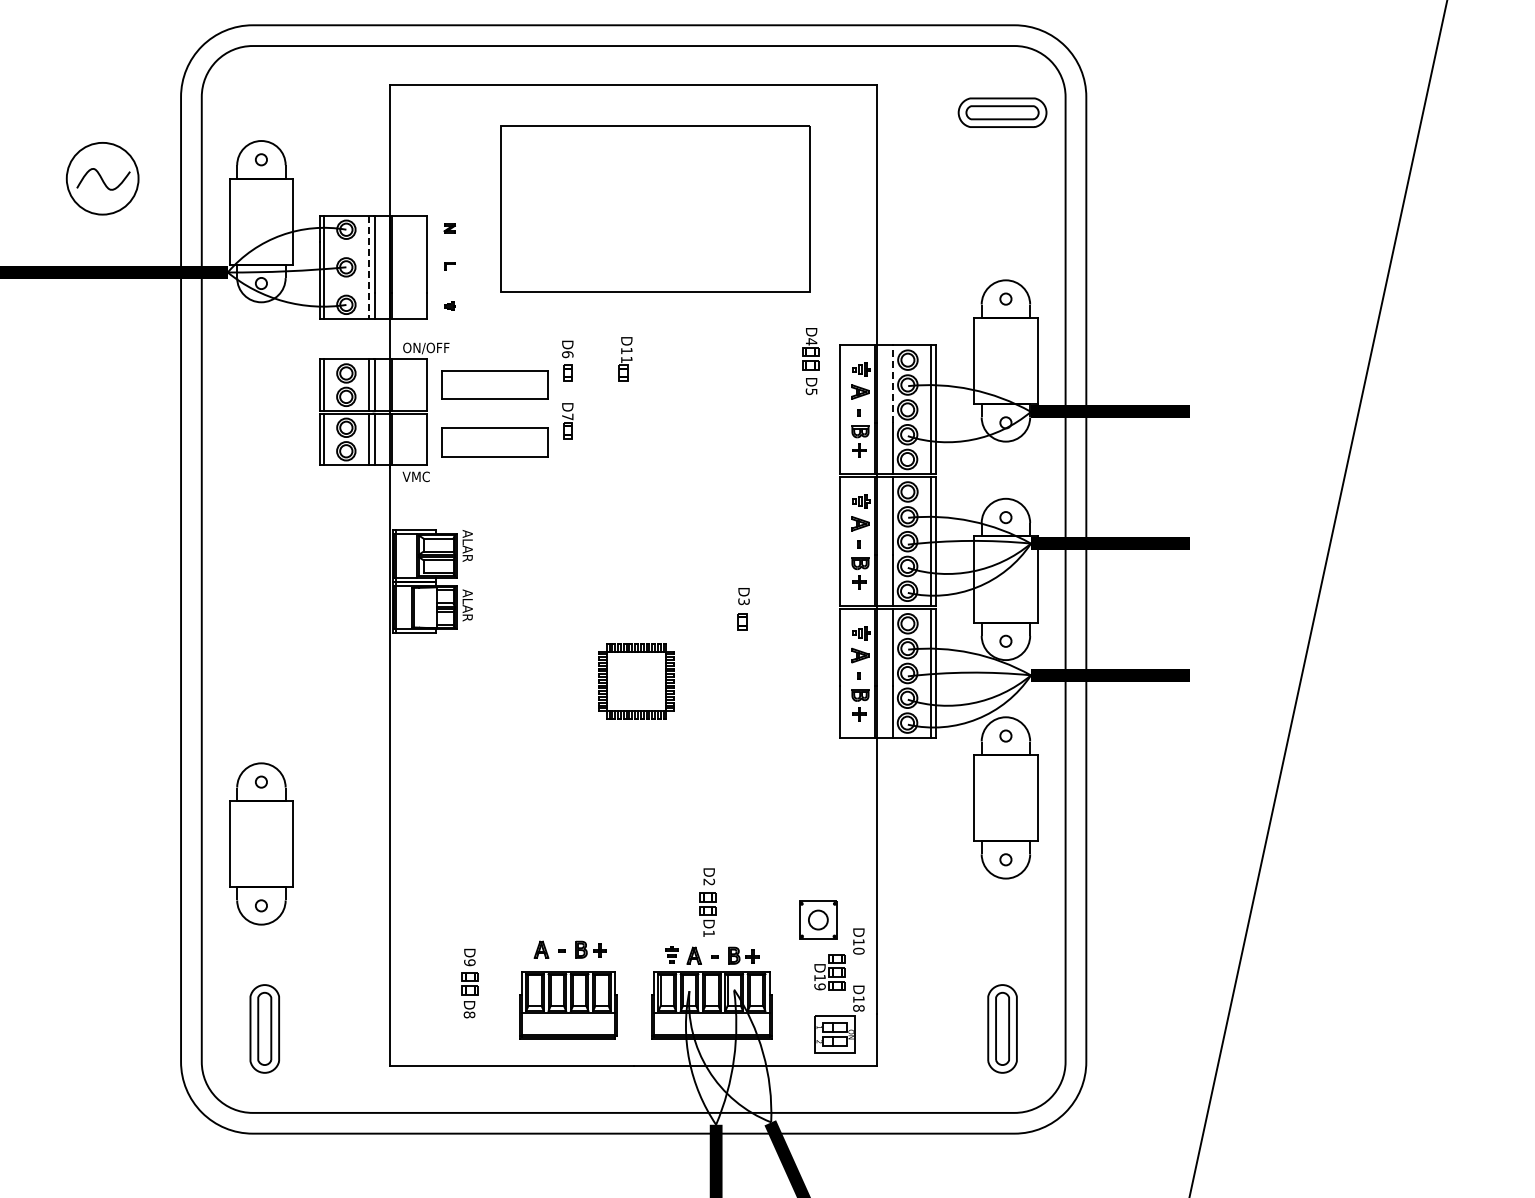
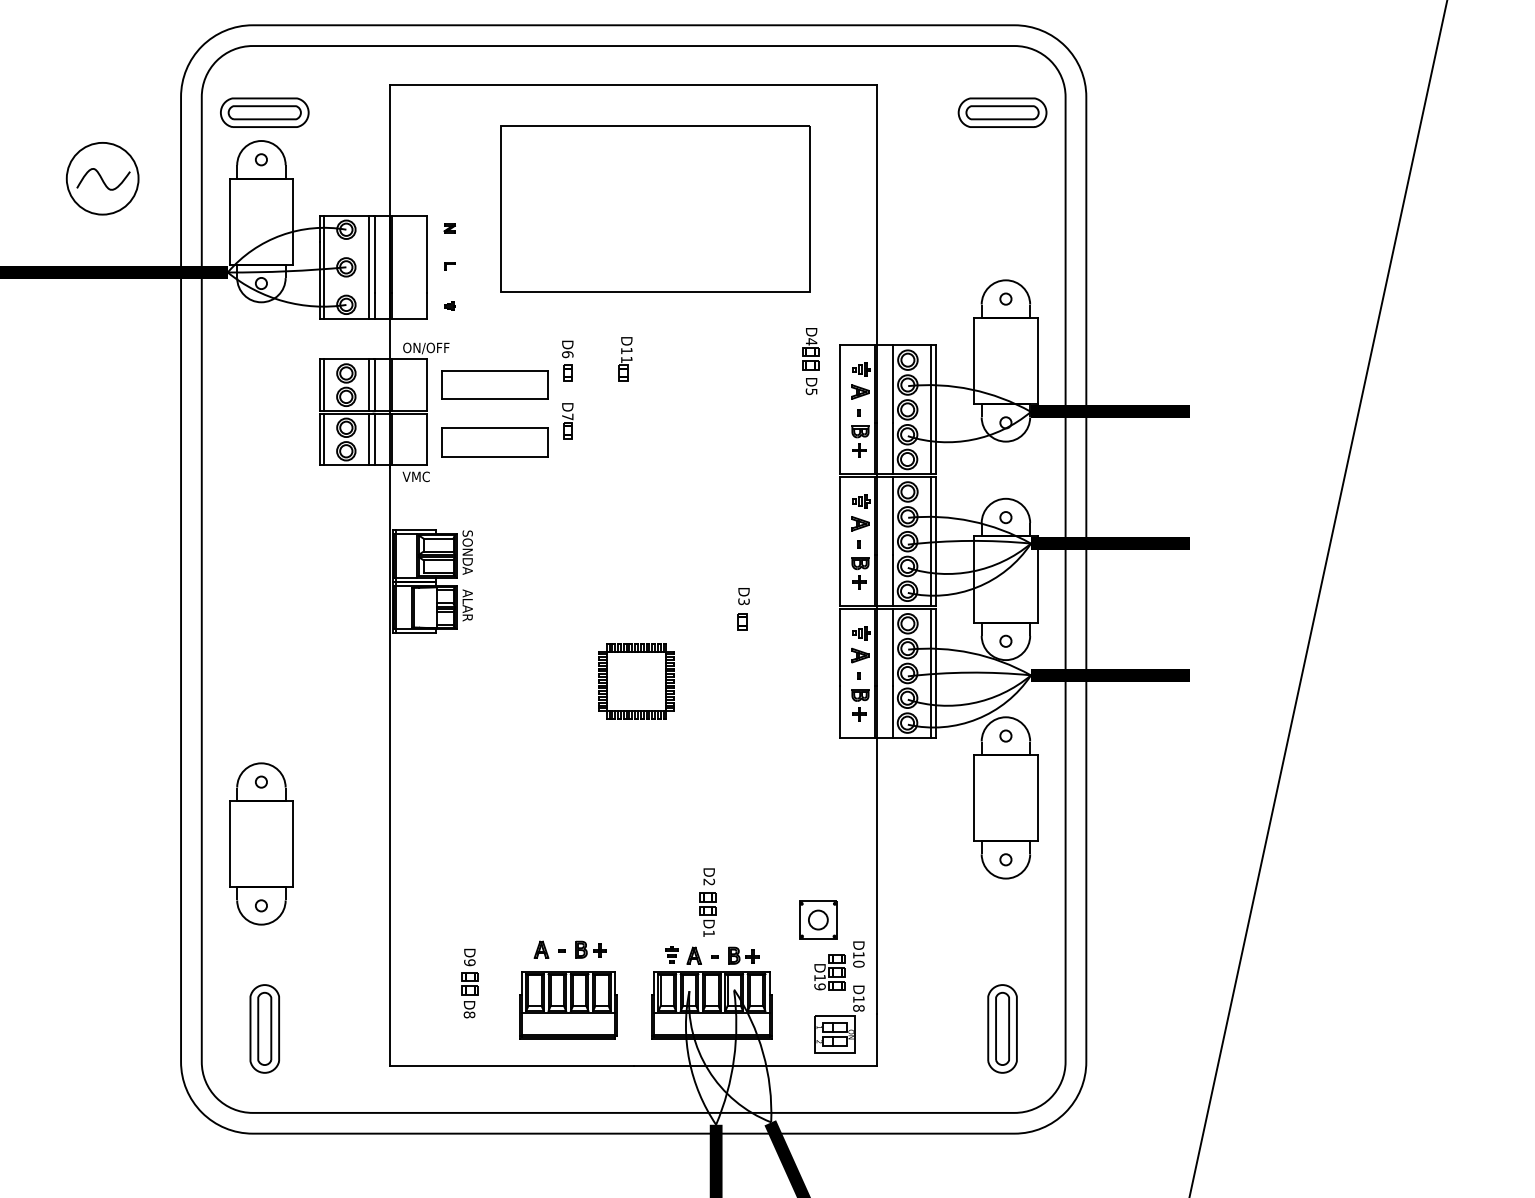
part at (264, 112): none -> present
line at (369, 267): dashed -> solid
line at (892, 384): dashed -> solid
text at (467, 552): ALAR -> SONDA
text at (858, 941) position: (858, 941) -> (858, 954)
